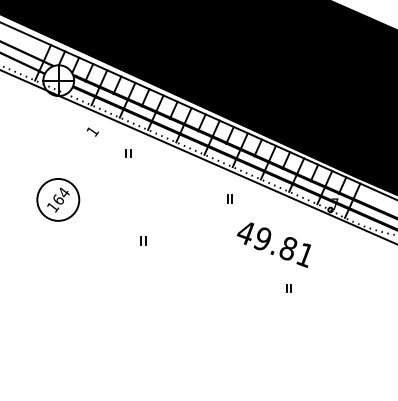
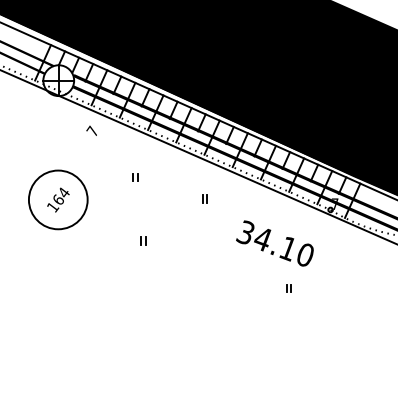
text at (92, 130): 1 -> 7
part at (128, 153) position: (128, 153) -> (135, 177)
part at (229, 198) position: (229, 198) -> (204, 198)
circle at (58, 199) diameter: 42 px -> 59 px
text at (274, 243): 49.81 -> 34.10
